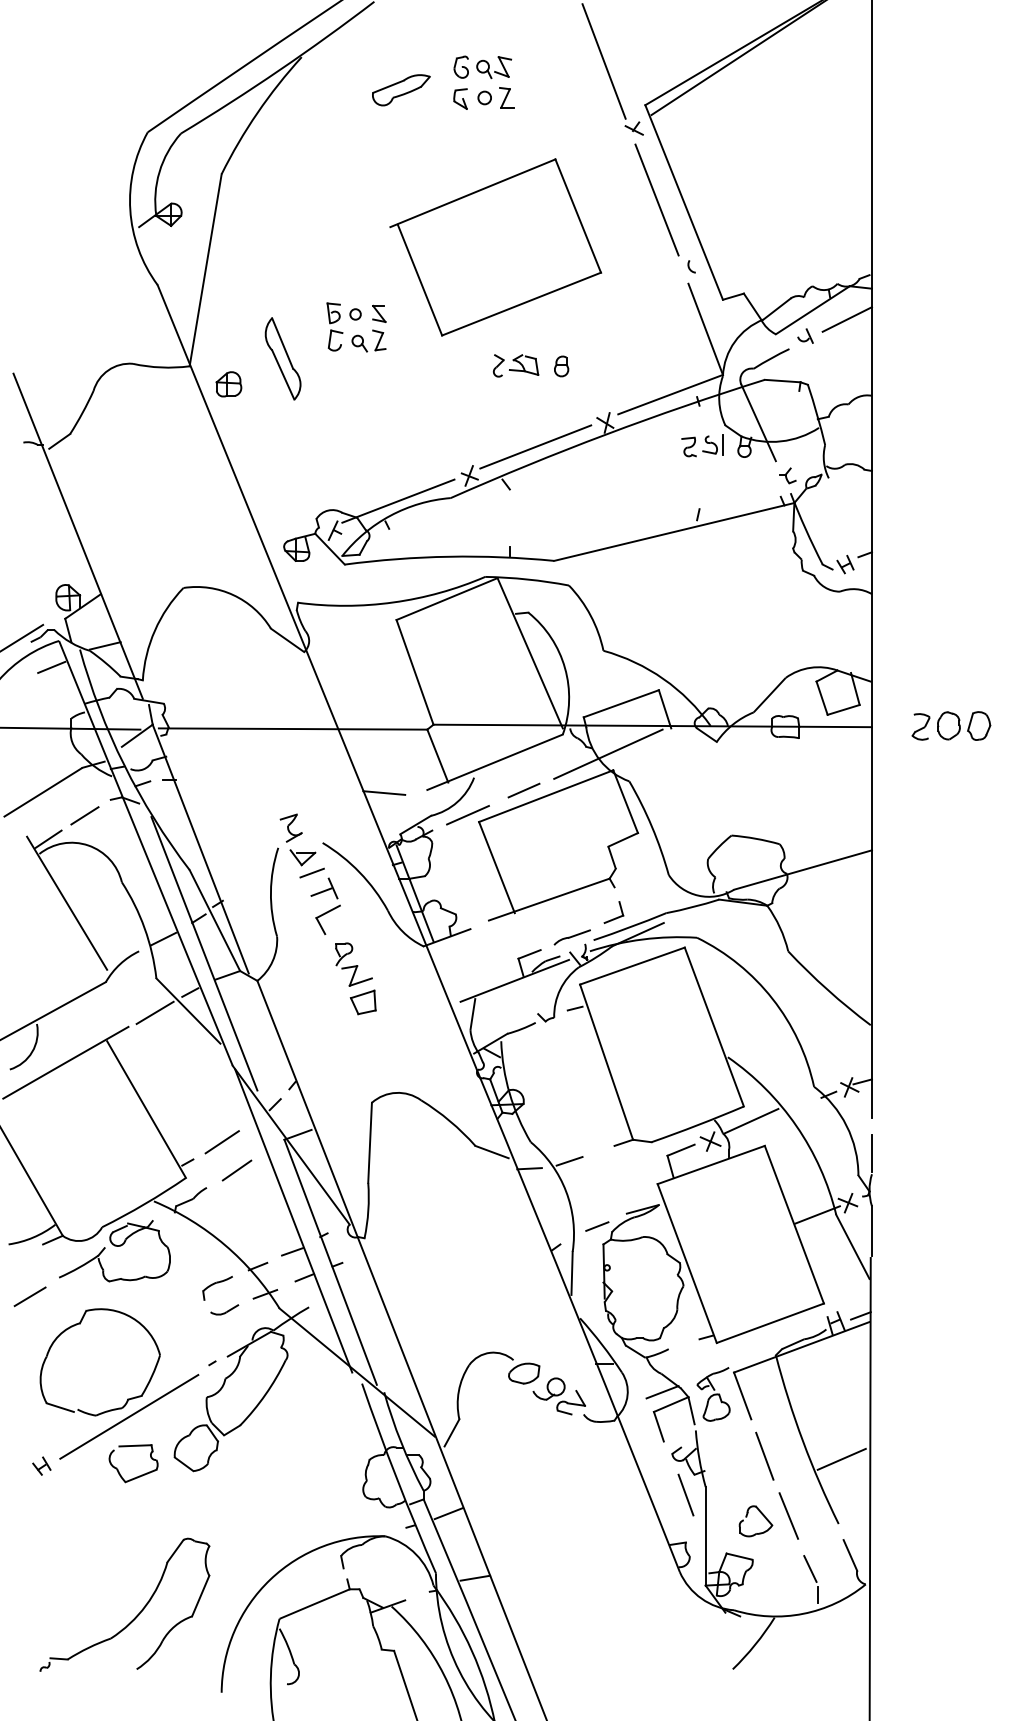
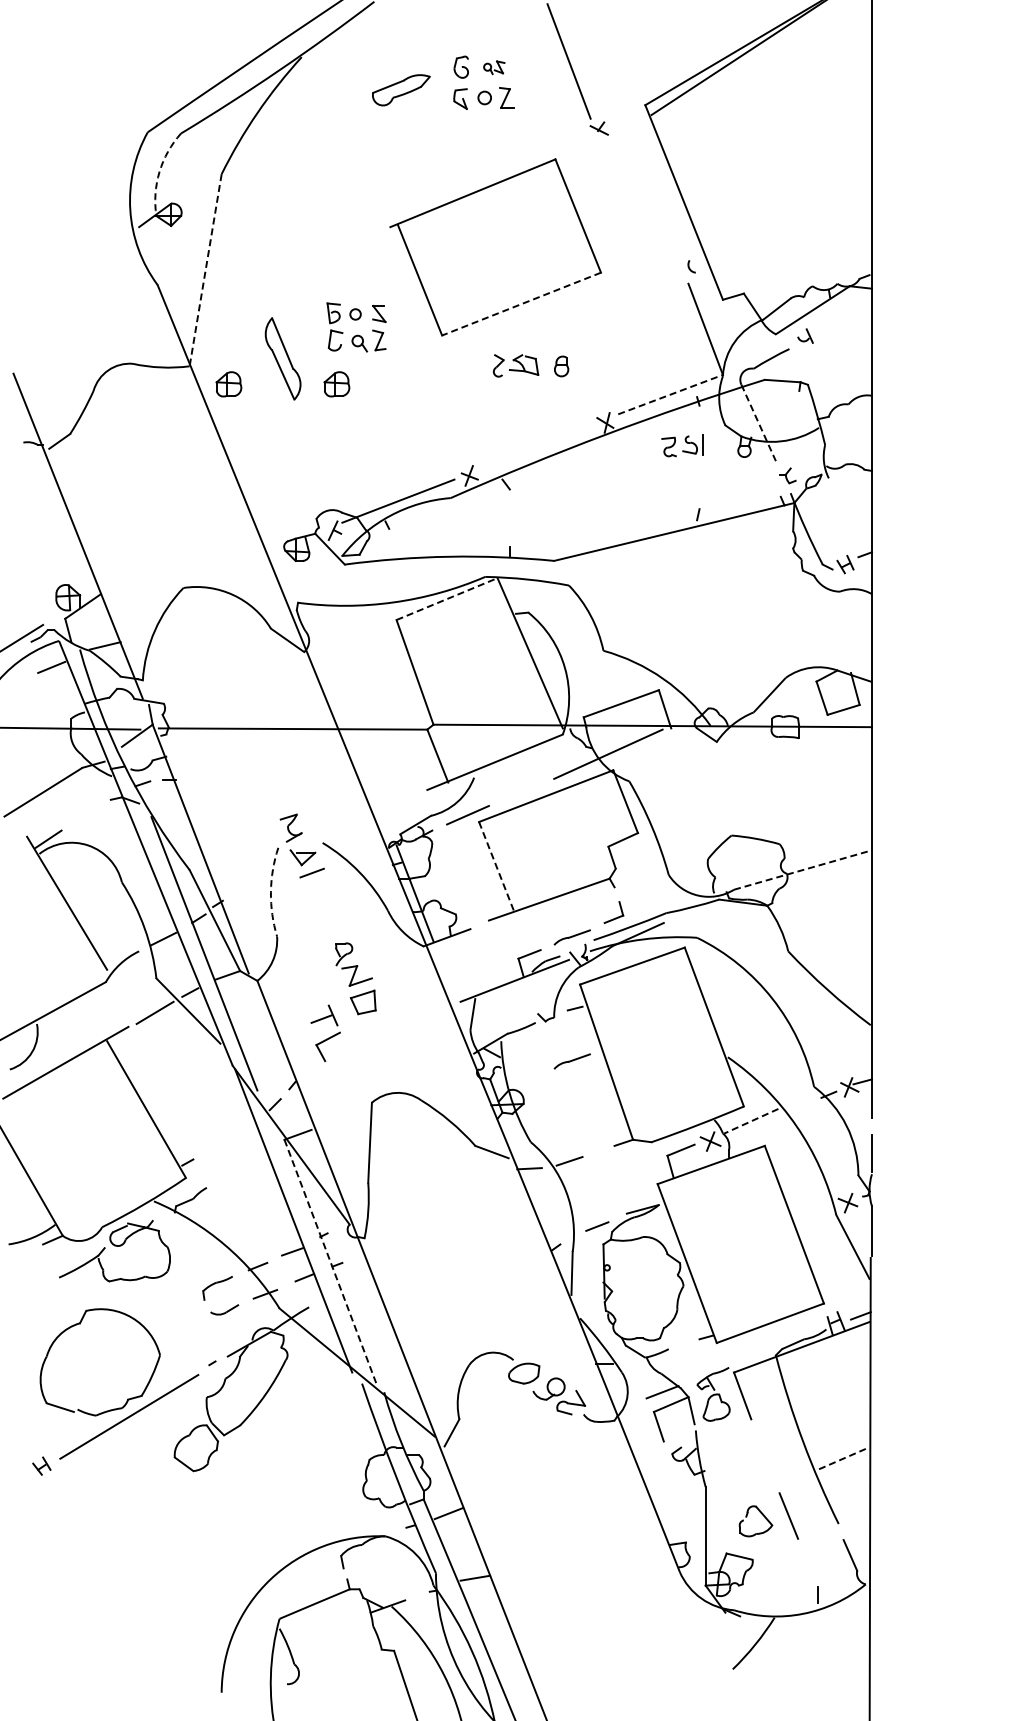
part at (494, 67) size: 37x24 px -> 23x16 px
part at (612, 69) position: (612, 69) -> (577, 69)
arc at (159, 172): solid -> dashed
line at (656, 199): present -> none
line at (205, 270): solid -> dashed
line at (521, 304): solid -> dashed
line at (846, 319): present -> none
part at (336, 384): none -> present
line at (670, 394): solid -> dashed
line at (758, 422): solid -> dashed
part at (702, 445) position: (702, 445) -> (682, 445)
line at (535, 446): present -> none
line at (447, 599): solid -> dashed
part at (951, 725): present -> none
line at (523, 790): present -> none
line at (384, 792): present -> none
line at (84, 815): present -> none
line at (496, 867): solid -> dashed
line at (803, 870): solid -> dashed
arc at (270, 892): solid -> dashed
part at (325, 905) position: (325, 905) -> (325, 1032)
part at (571, 1061): none -> present
line at (751, 1121): solid -> dashed
line at (221, 1142): present -> none
line at (236, 1170): present -> none
line at (817, 1214): present -> none
line at (330, 1262): solid -> dashed
line at (29, 1296): present -> none
line at (764, 1455): present -> none
line at (841, 1459): solid -> dashed
part at (136, 1476): present -> none
line at (685, 1494): present -> none
line at (810, 1568): present -> none
part at (136, 1615): present -> none
